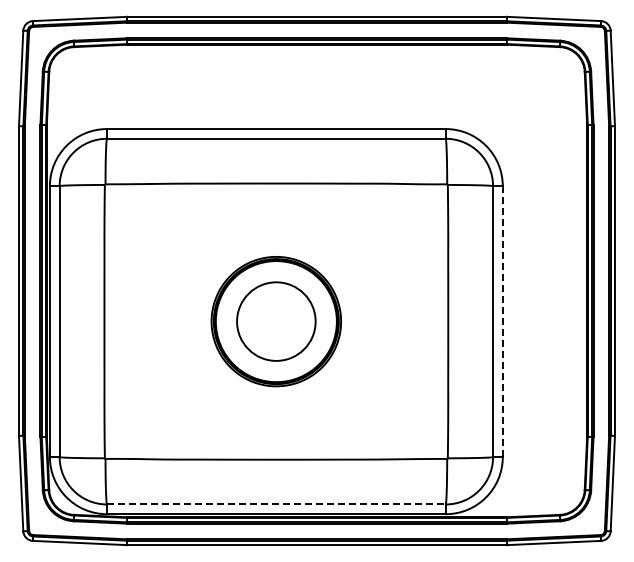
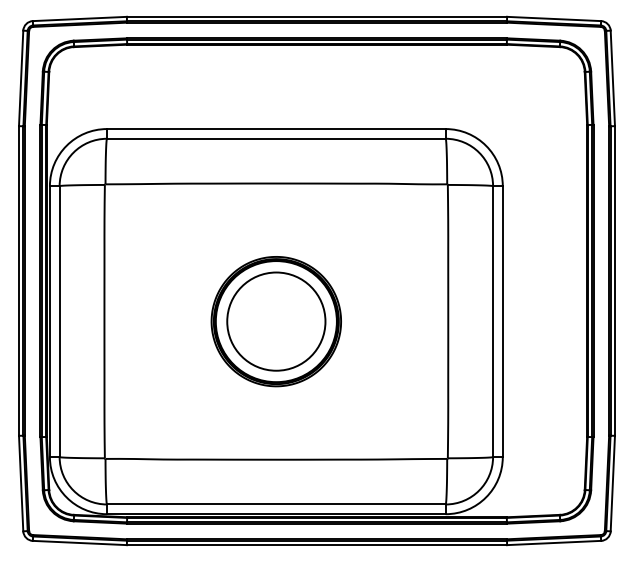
circle at (276, 321) diameter: 79 px -> 98 px
line at (502, 322): dashed -> solid
line at (276, 504): dashed -> solid
